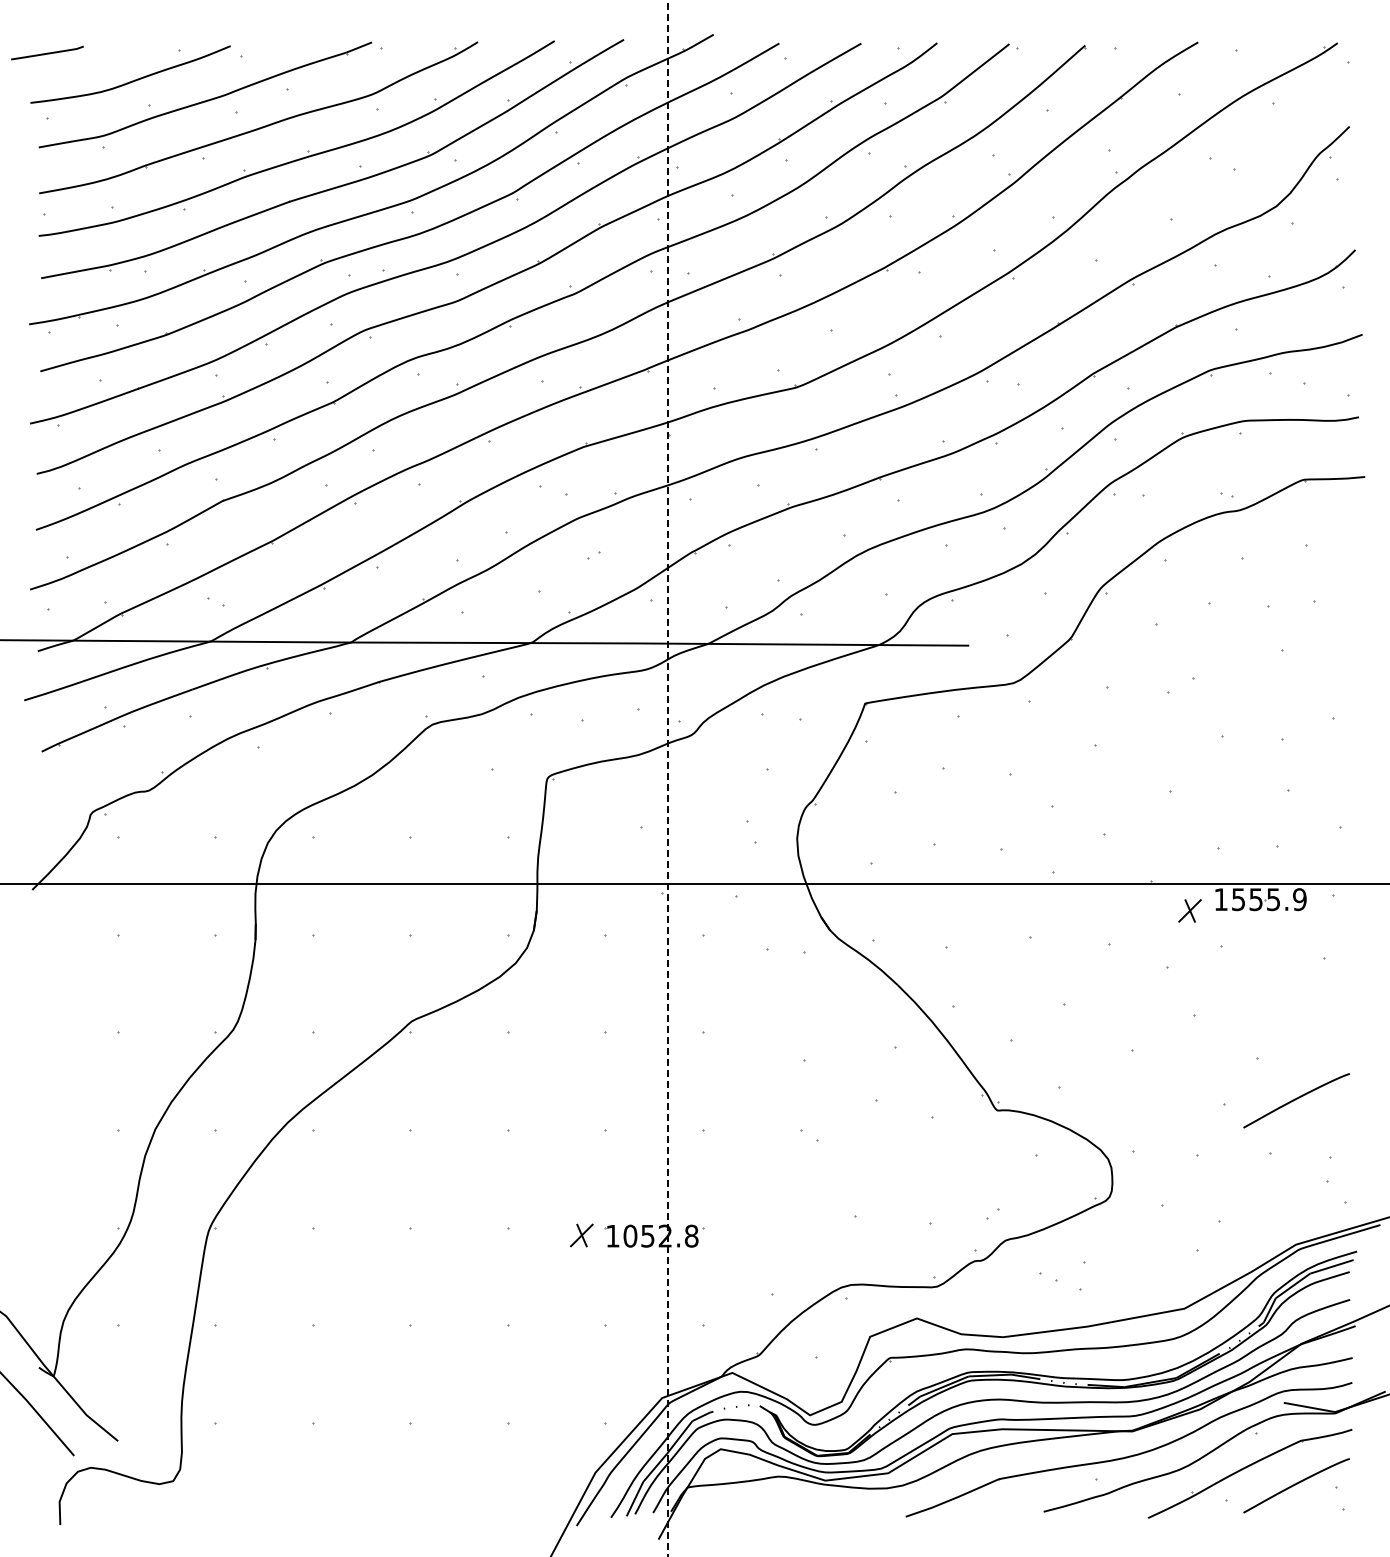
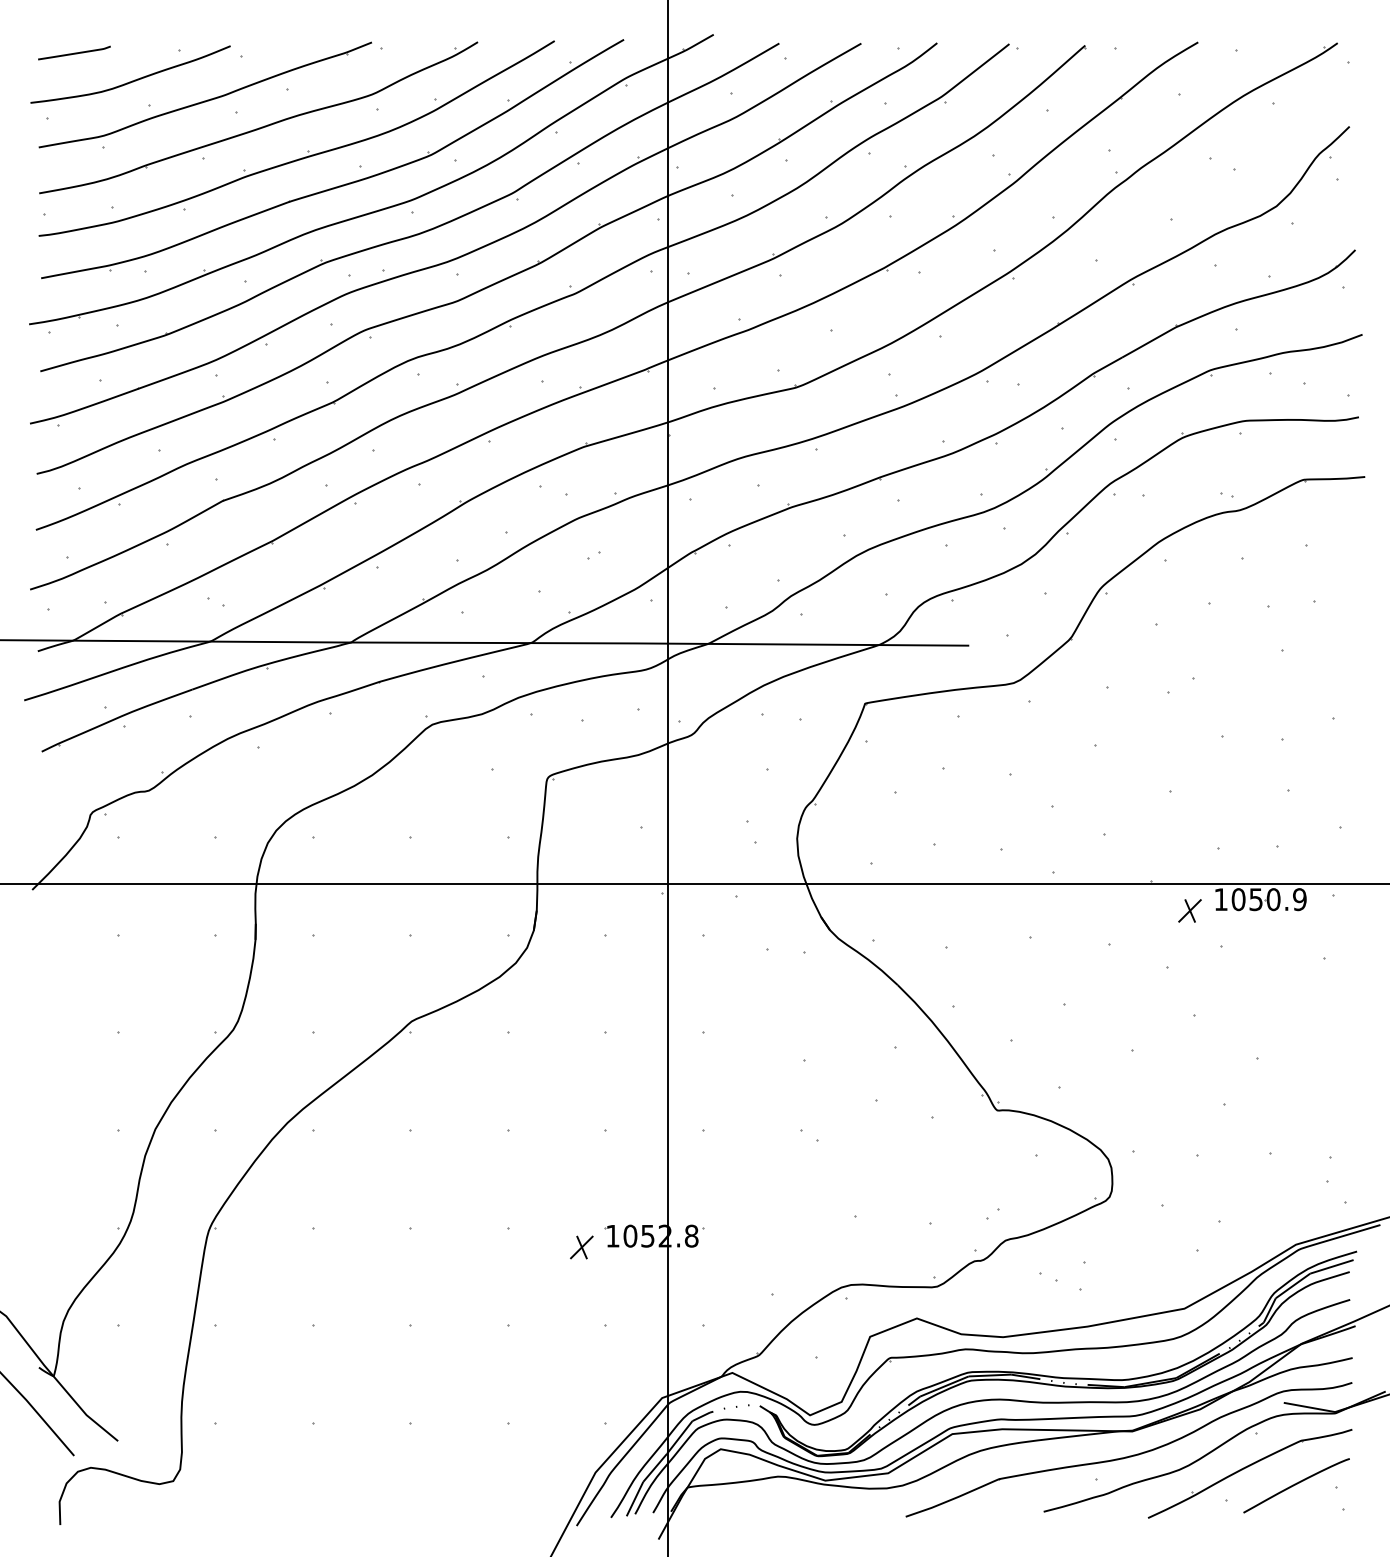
curve at (47, 52) position: (47, 52) -> (74, 52)
line at (667, 779): dashed -> solid
text at (1255, 899): 1555.9 -> 1050.9
curve at (1296, 1099): present -> none
part at (581, 1235) position: (581, 1235) -> (581, 1247)
